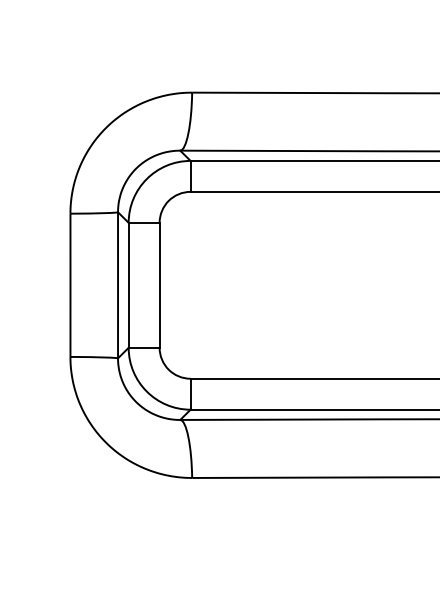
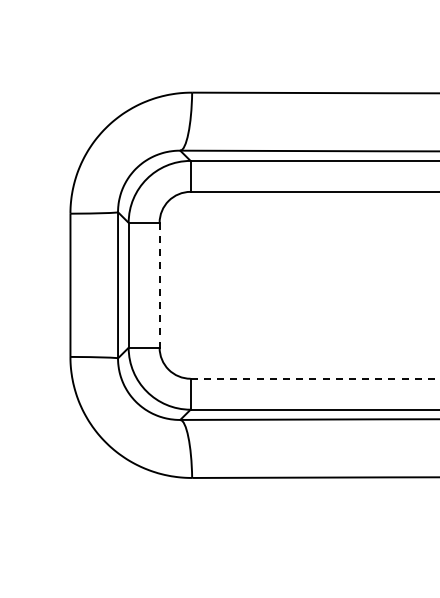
line at (159, 285): solid -> dashed
line at (315, 378): solid -> dashed
